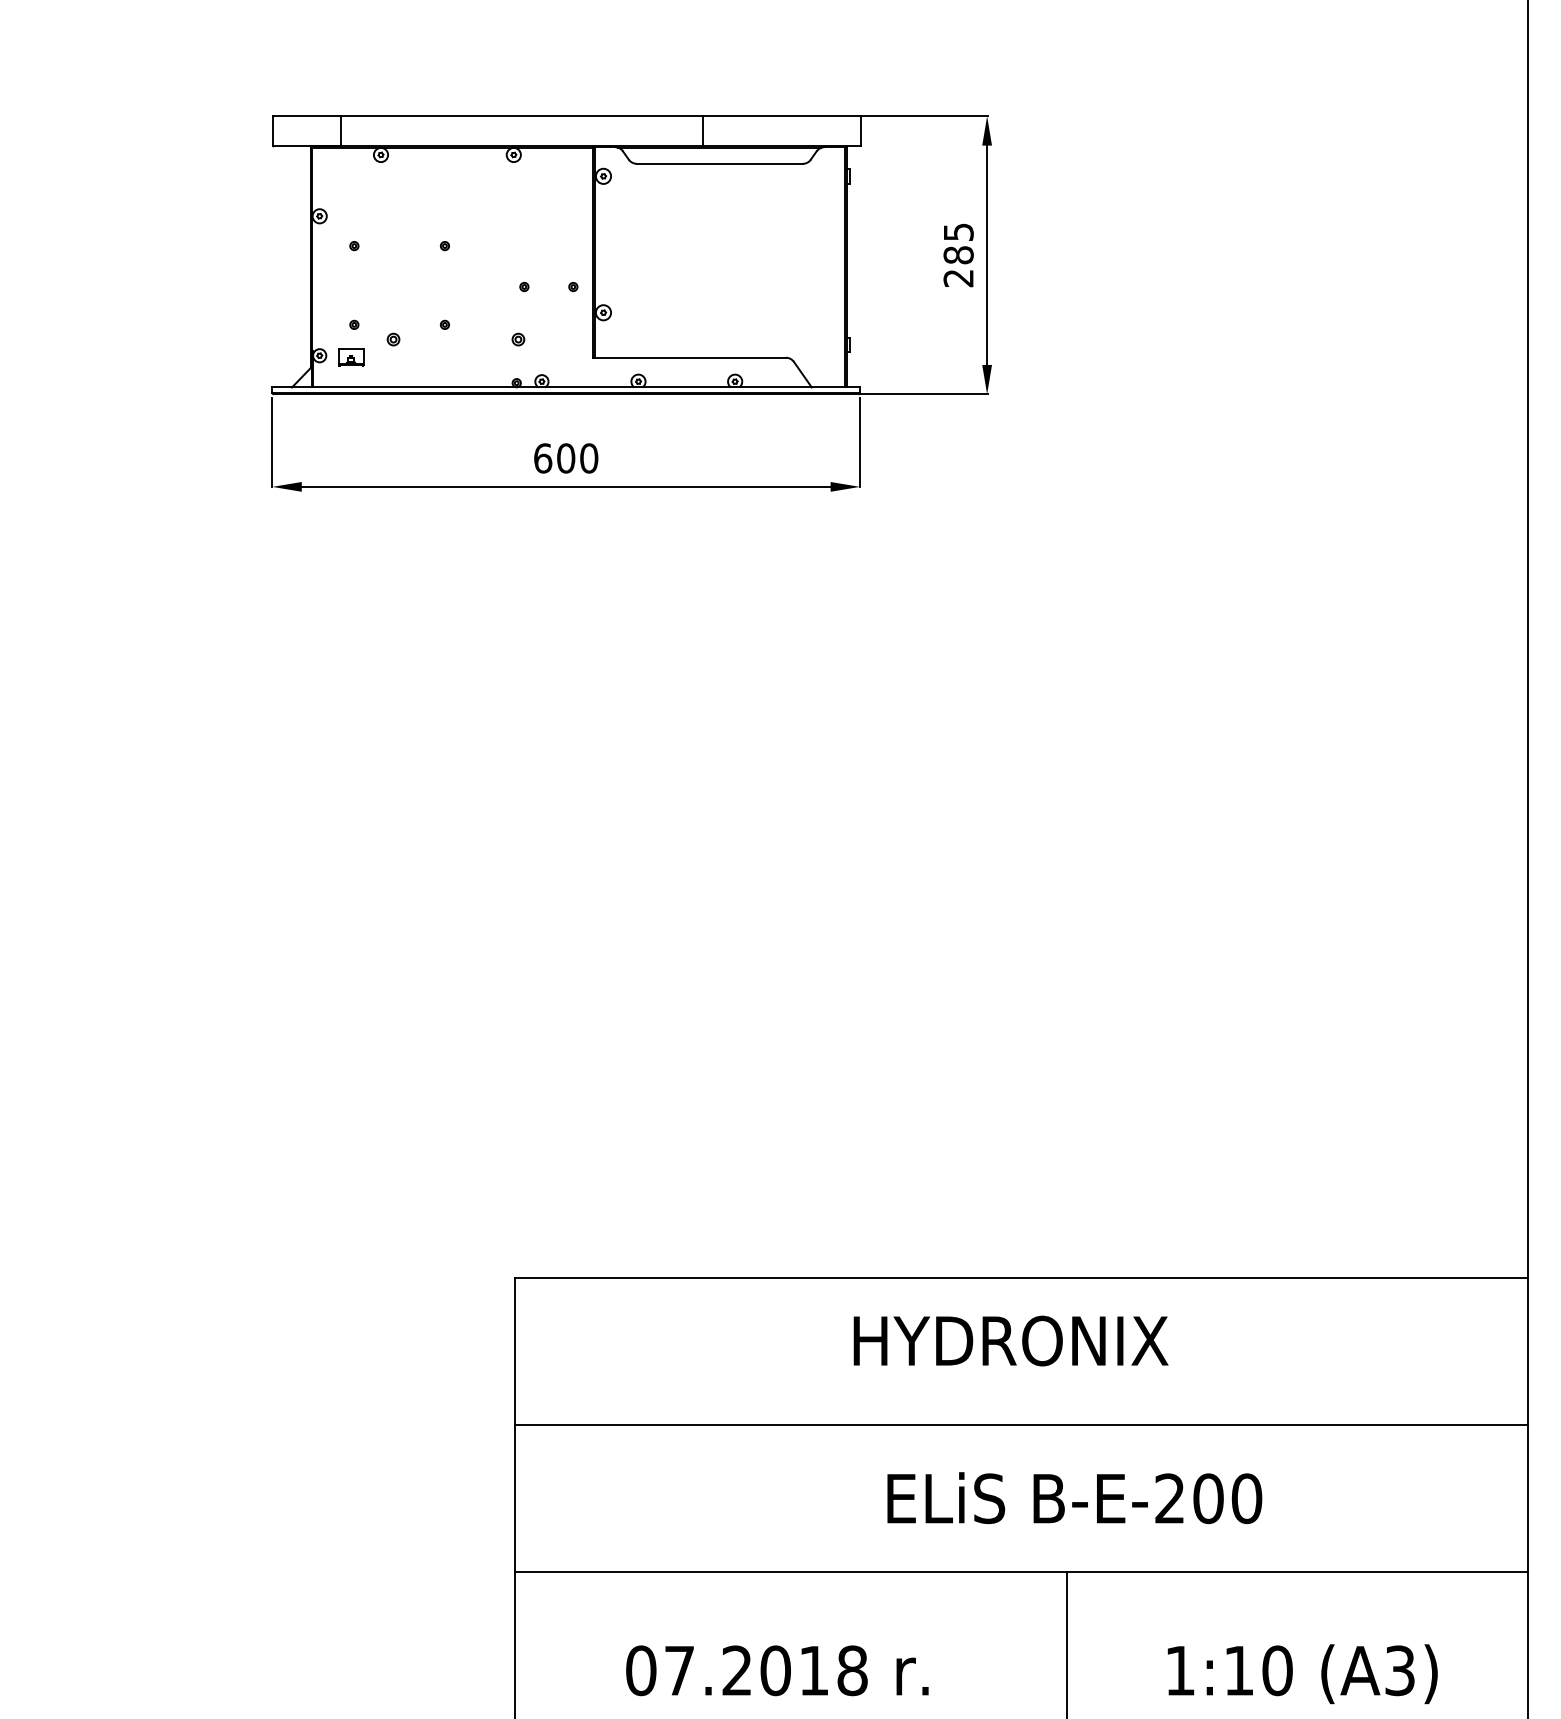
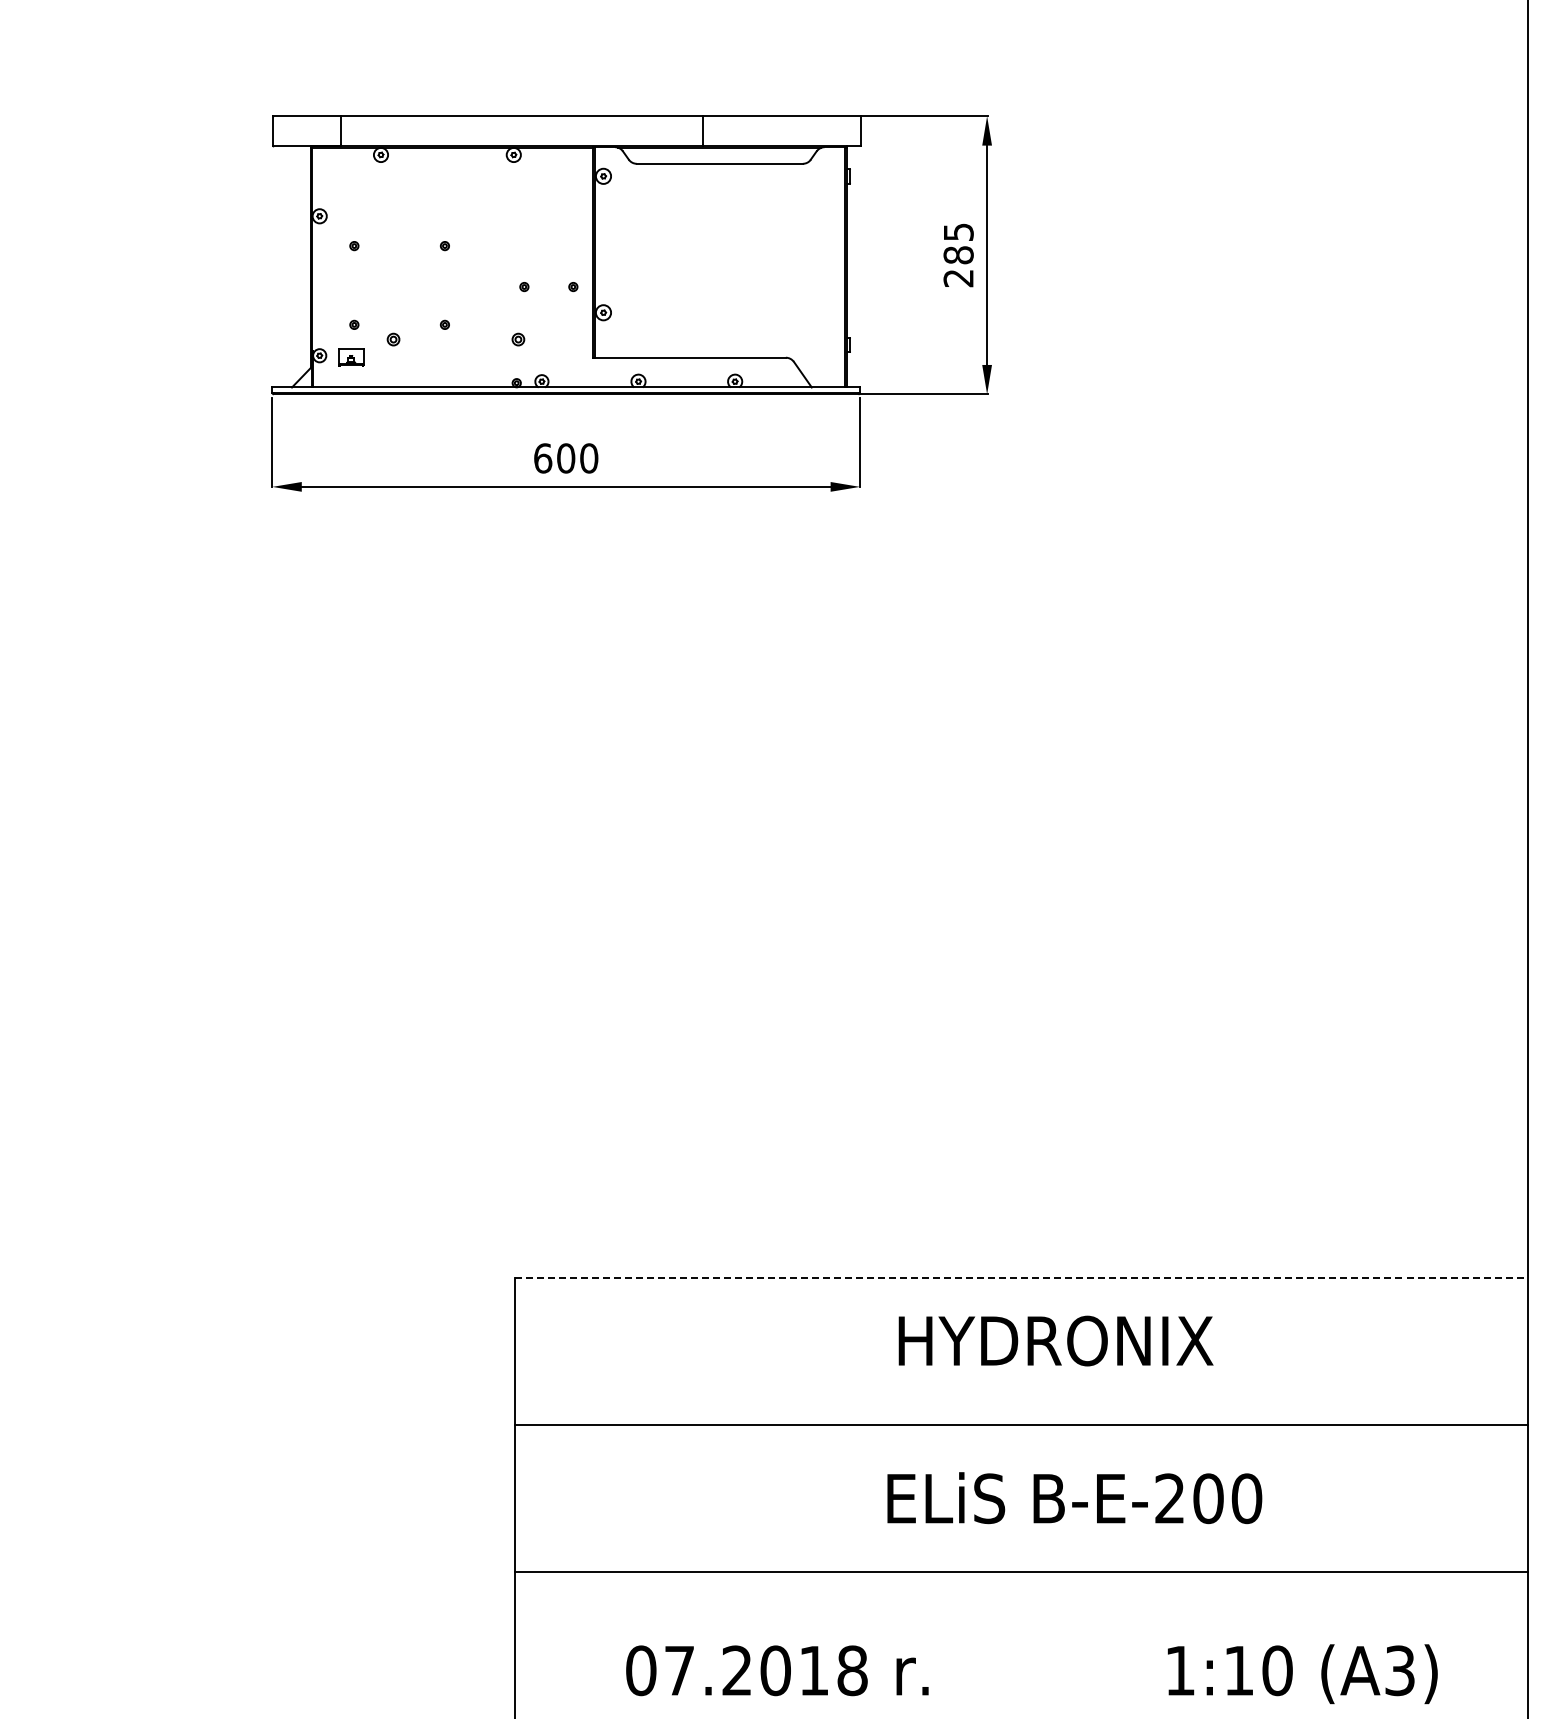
line at (1022, 1278): solid -> dashed
text at (1010, 1340) position: (1010, 1340) -> (1055, 1340)
line at (1066, 1643): present -> none
